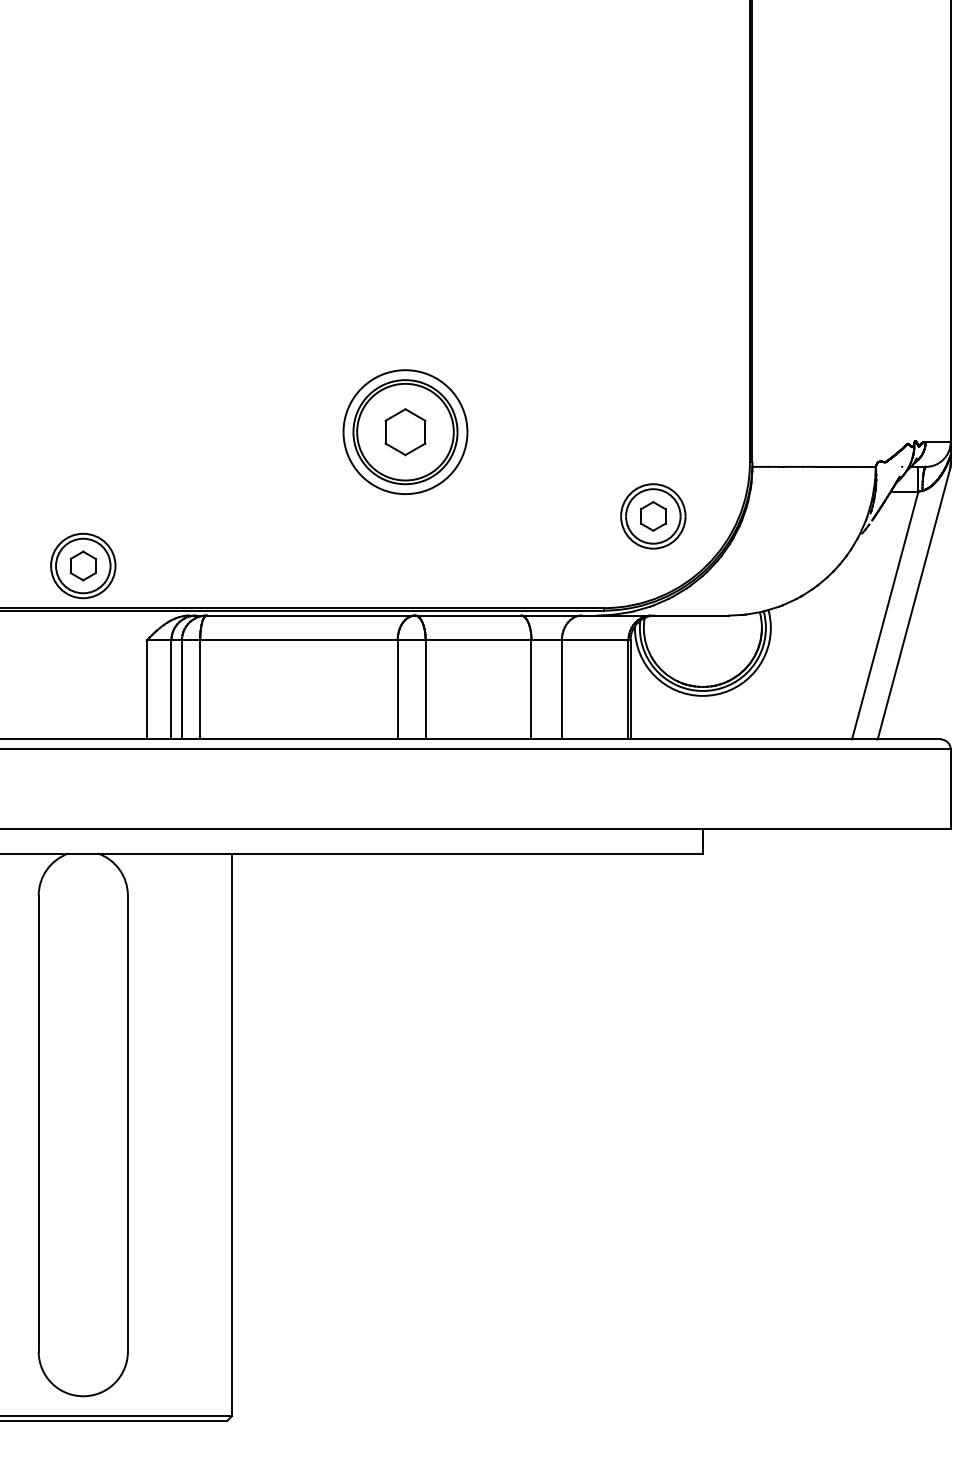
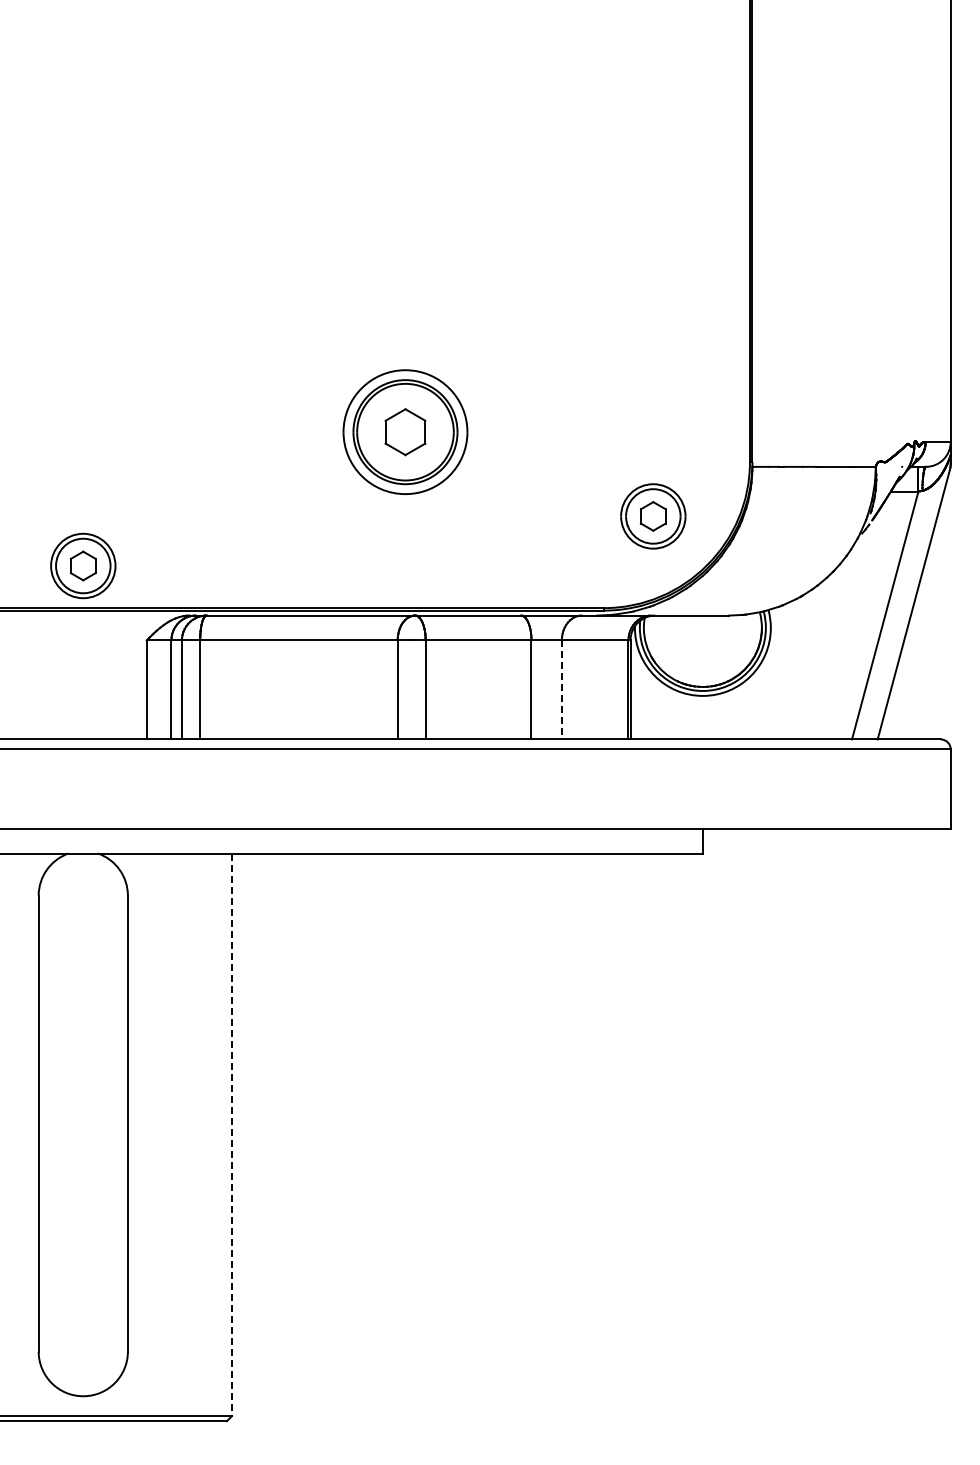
line at (561, 689): solid -> dashed
line at (232, 1135): solid -> dashed
